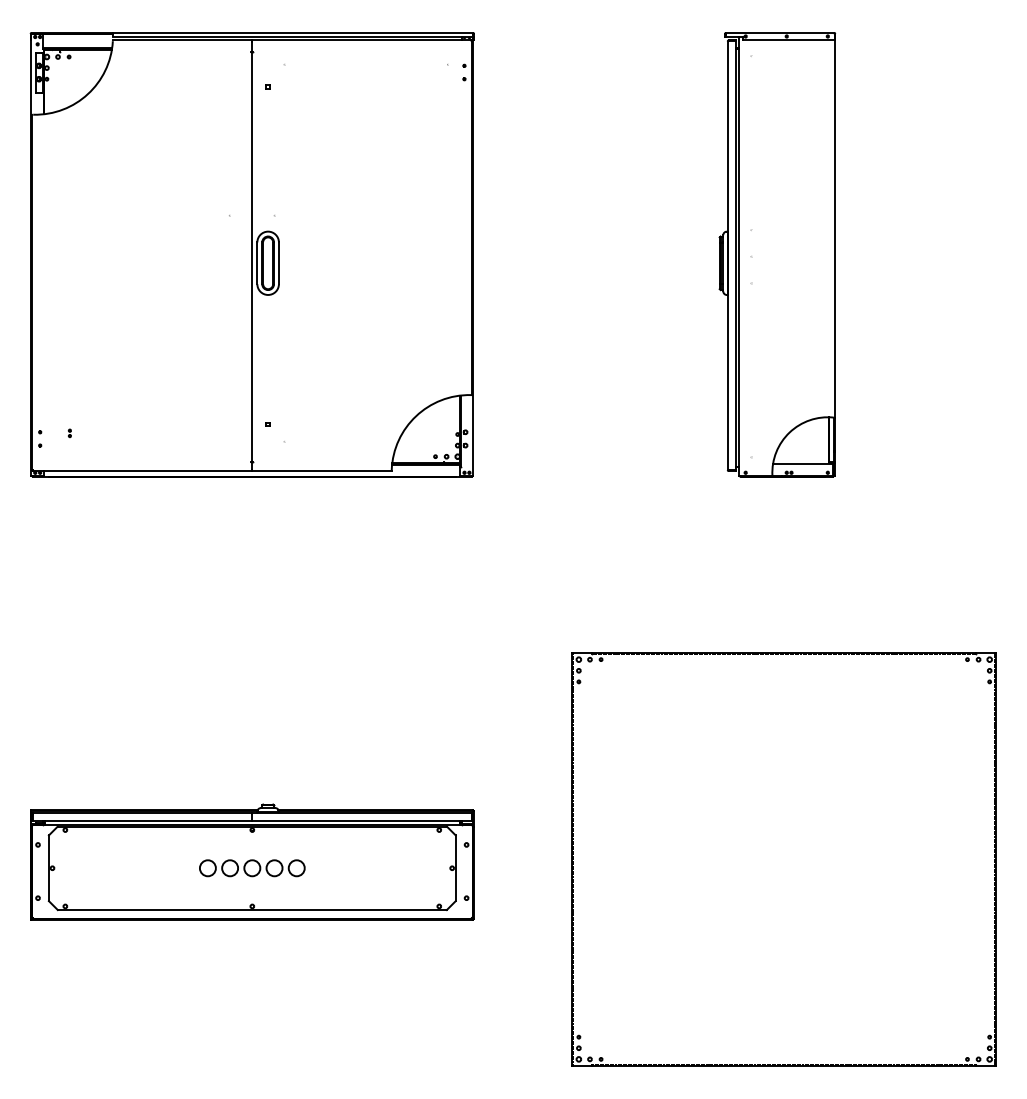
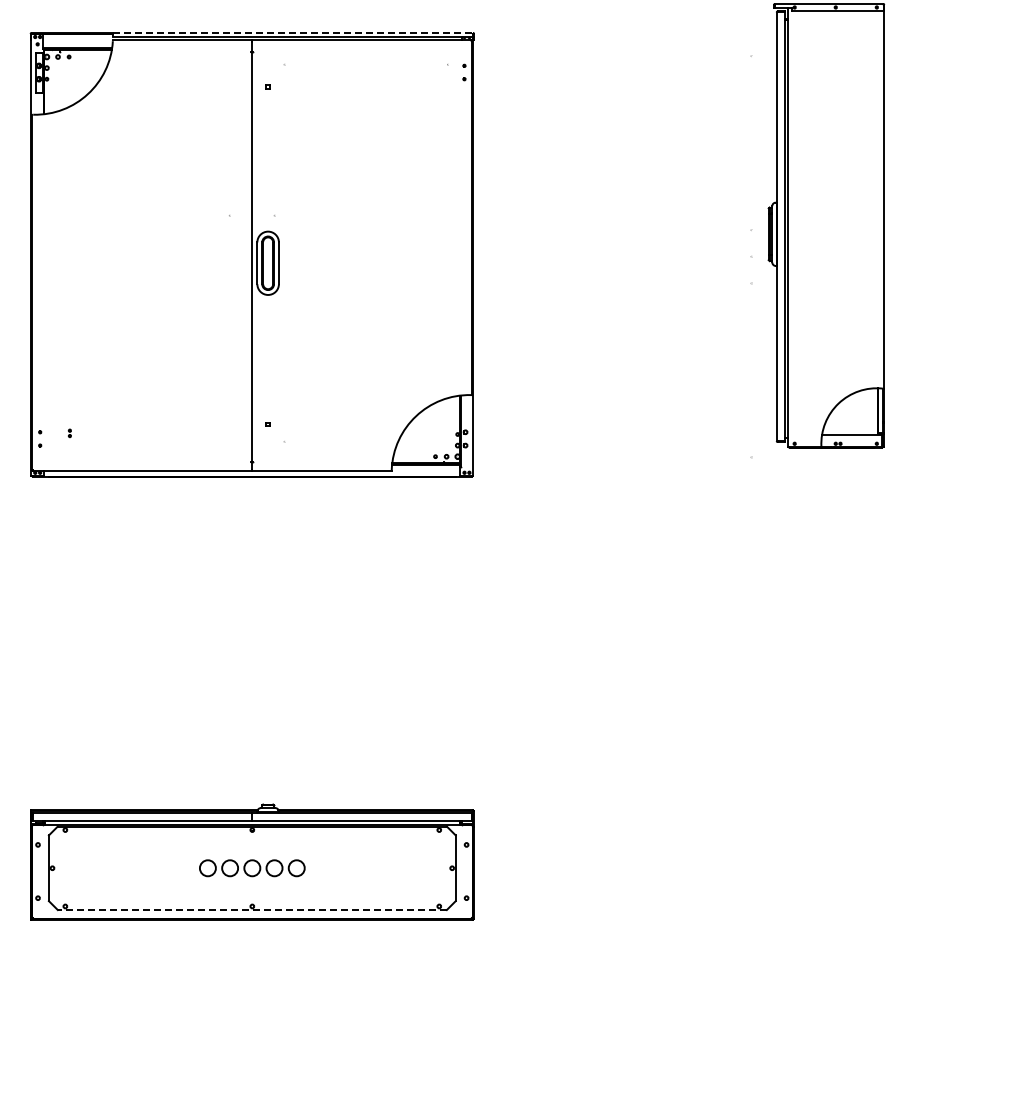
line at (293, 32): solid -> dashed
part at (777, 254) position: (777, 254) -> (826, 225)
part at (783, 859): present -> none
line at (252, 910): solid -> dashed
